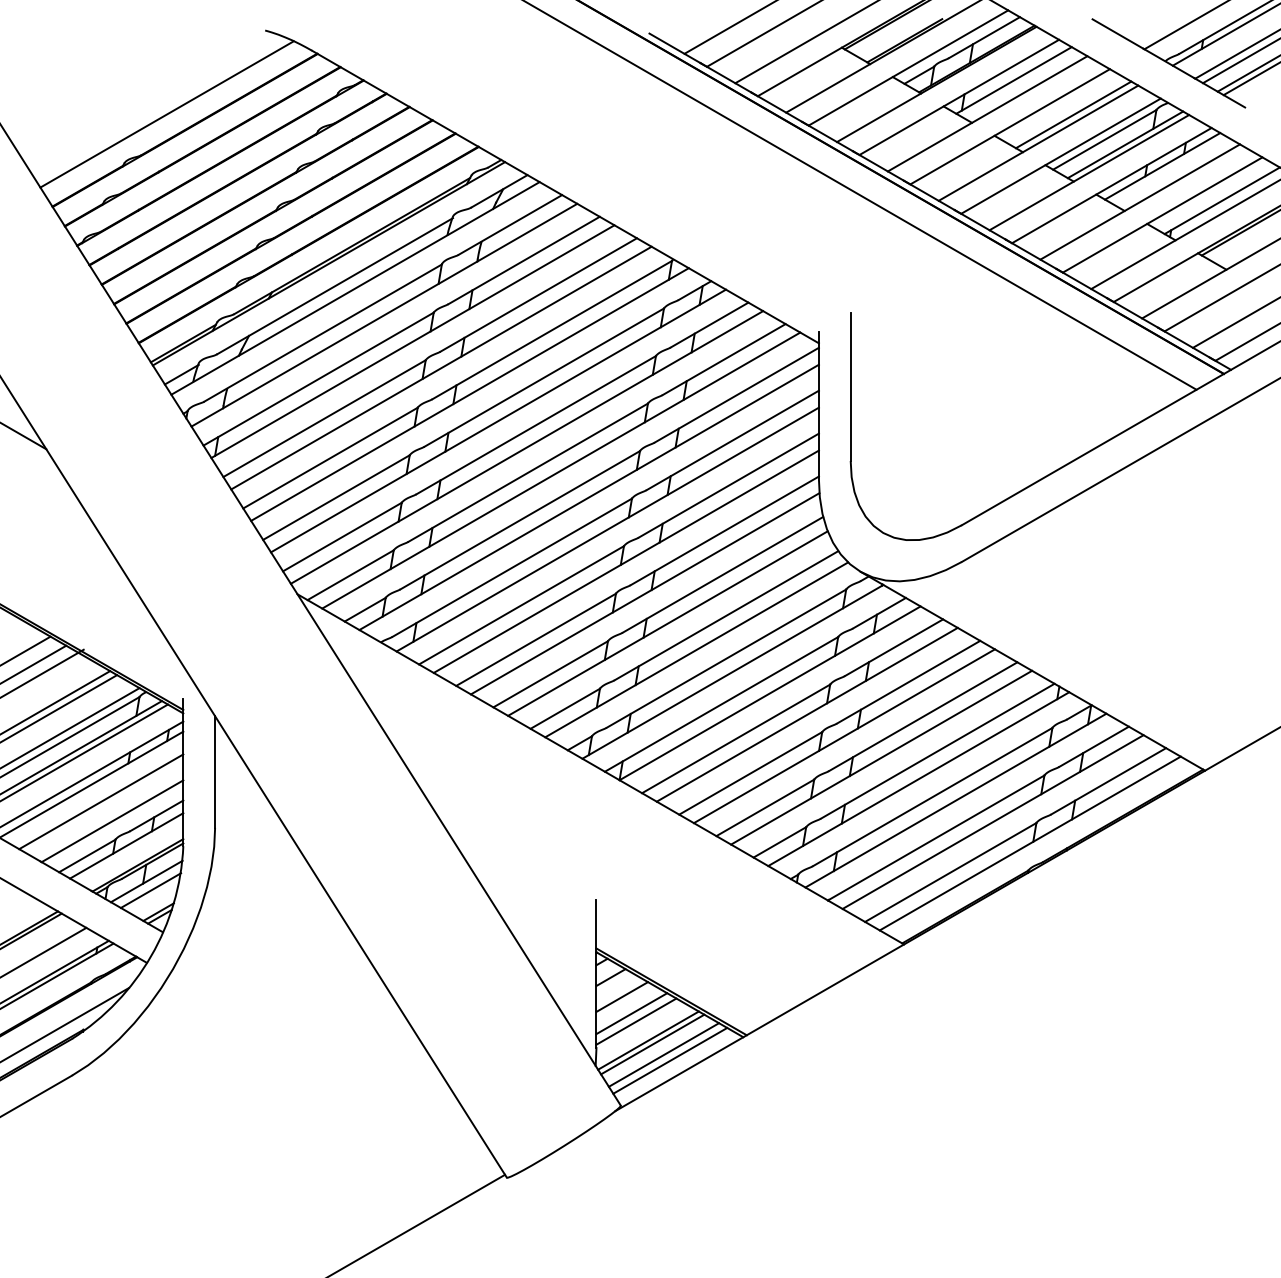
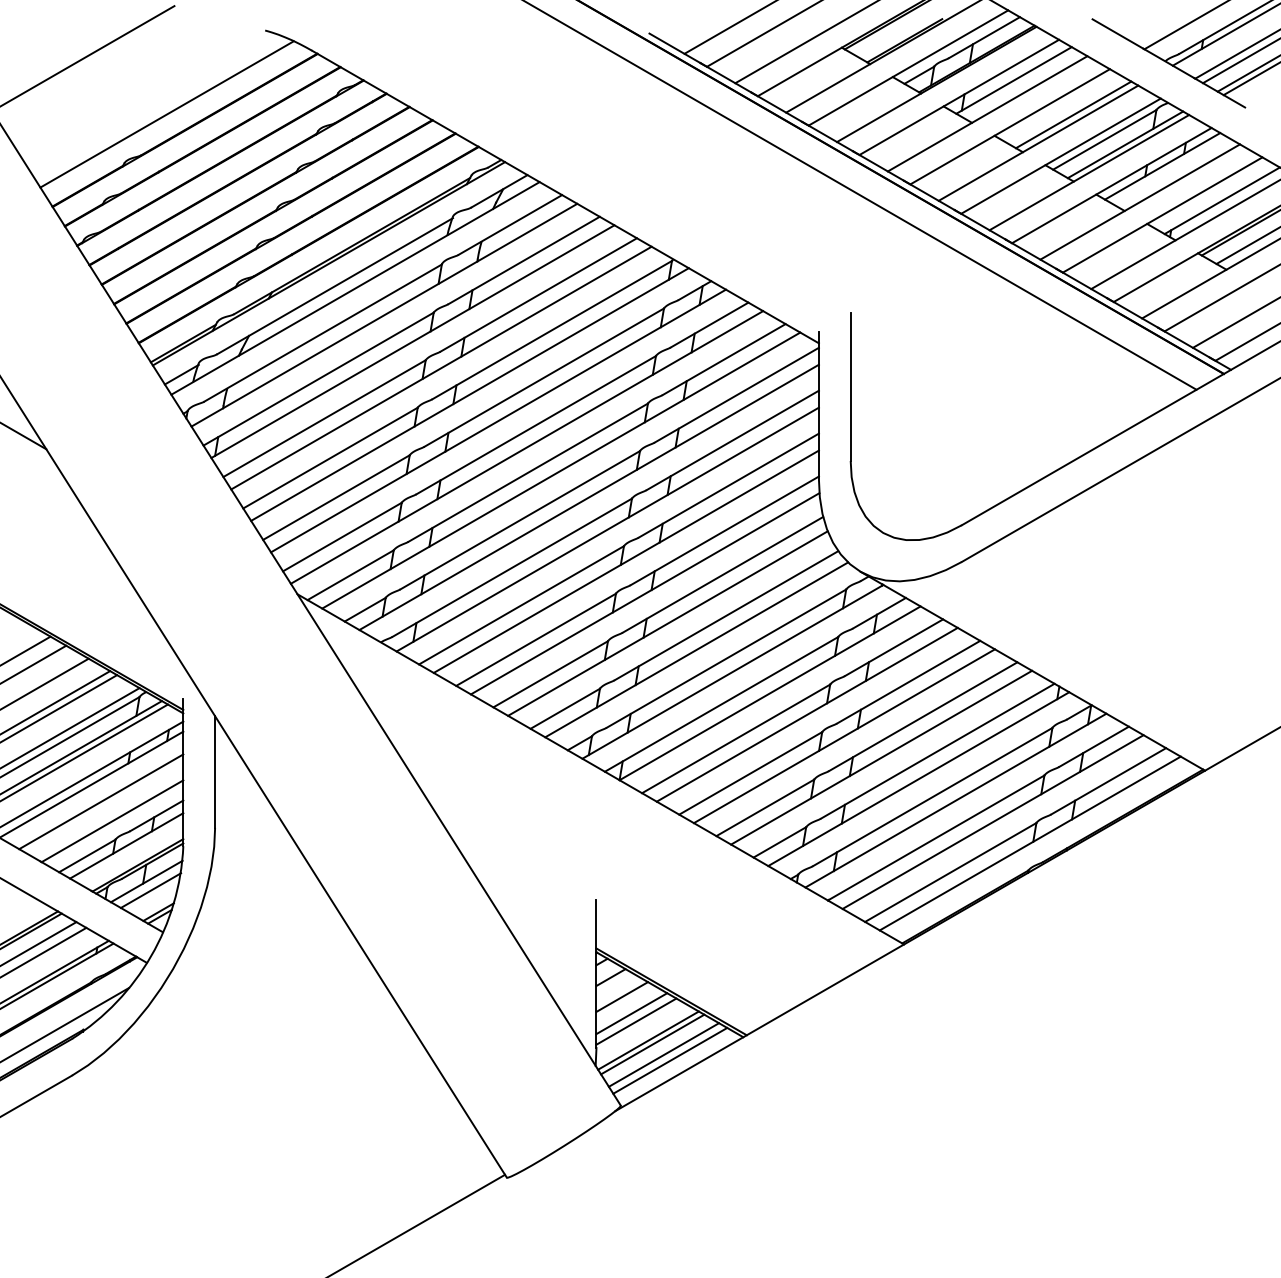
line at (88, 55): none -> present
line at (1246, 245): none -> present
line at (42, 672) position: (42, 672) -> (45, 683)
line at (39, 943): none -> present
